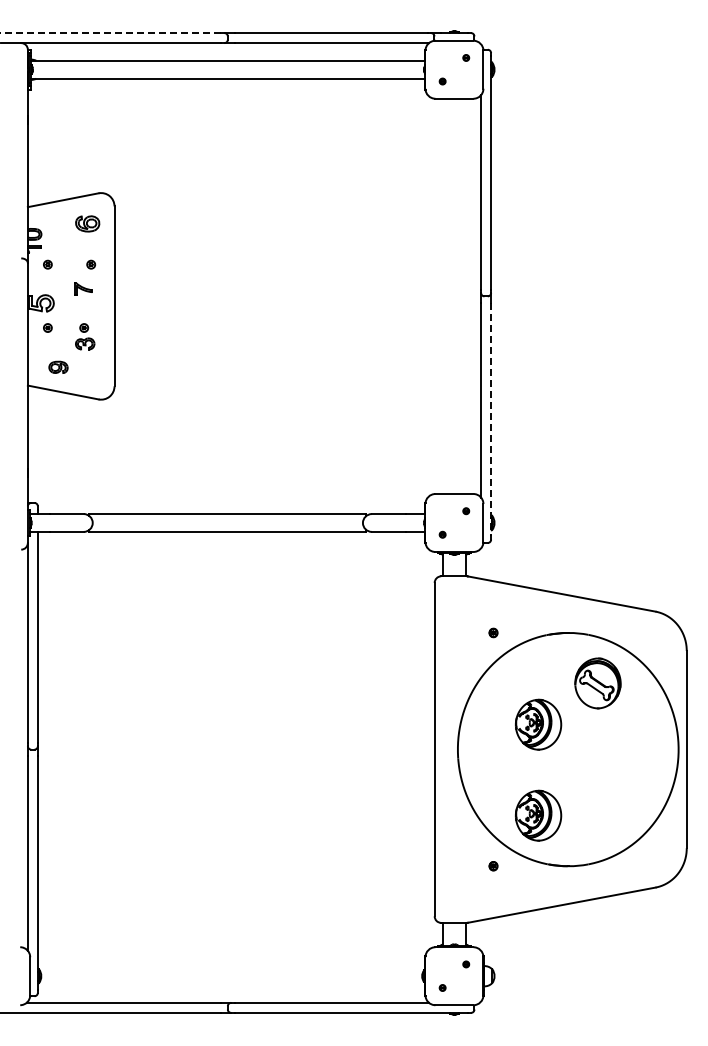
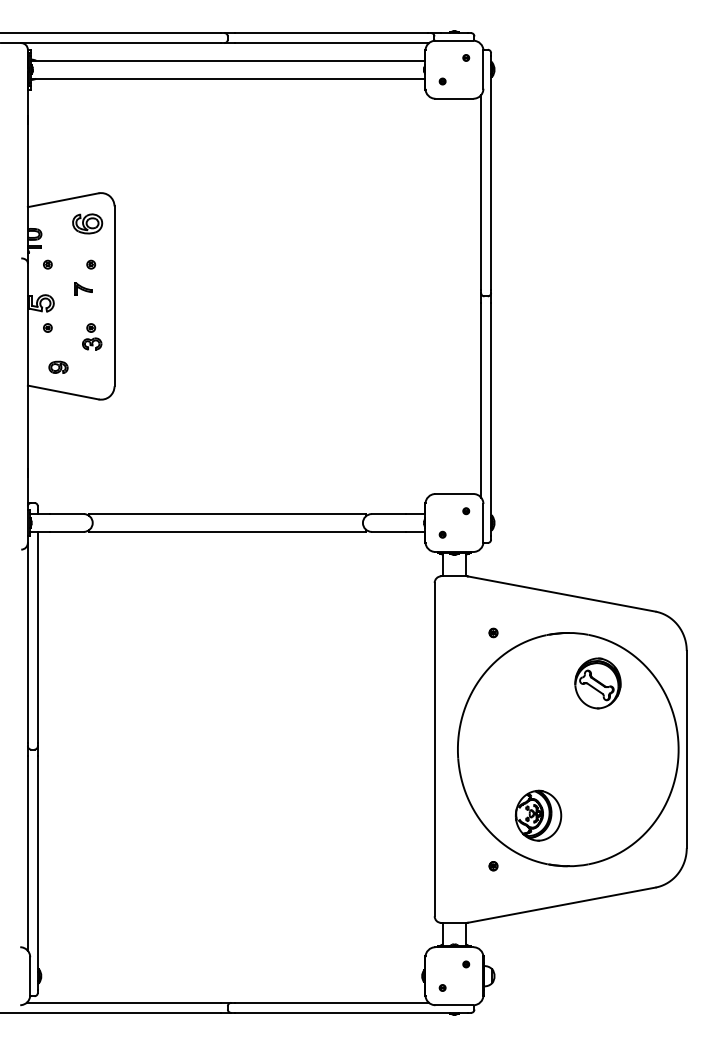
line at (110, 33): dashed -> solid
part at (87, 223) size: 26x18 px -> 32x22 px
part at (85, 336) position: (85, 336) -> (92, 336)
line at (491, 419): dashed -> solid
part at (538, 724): present -> none
